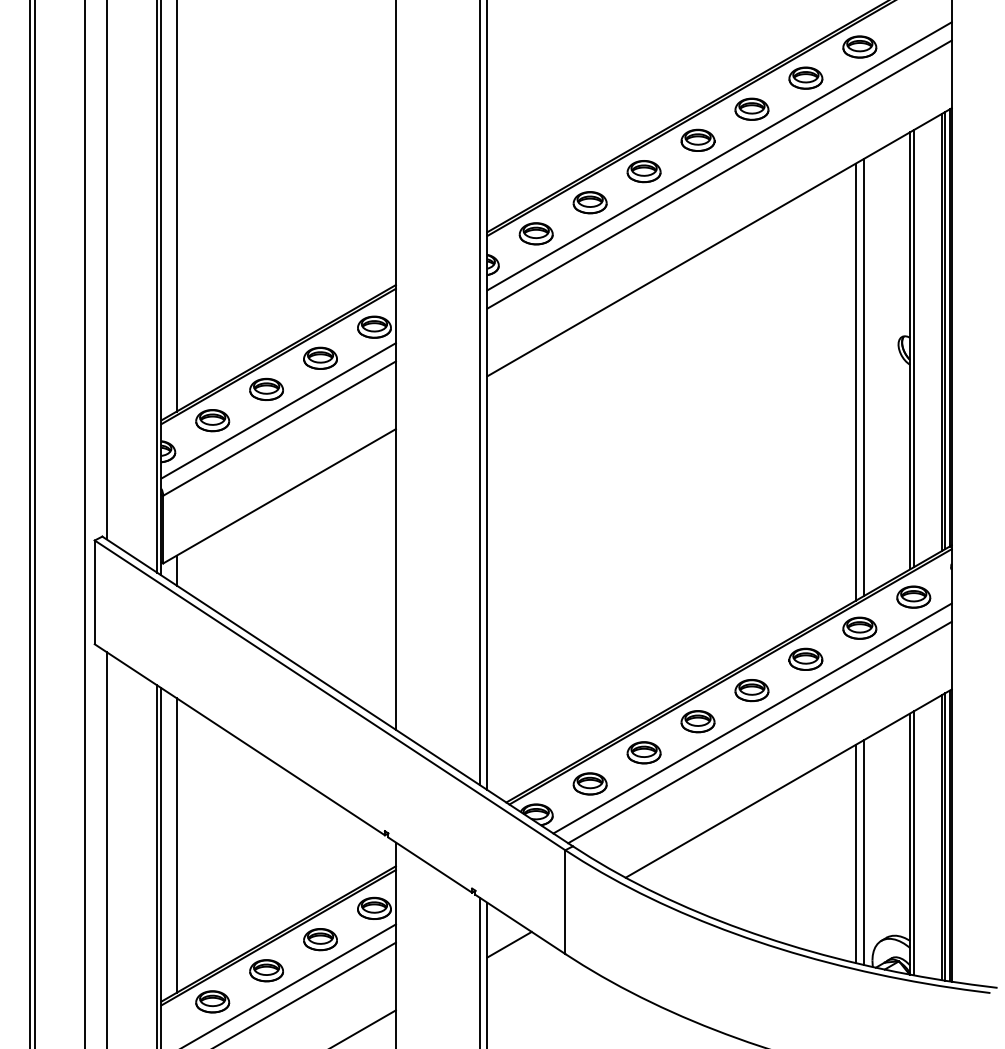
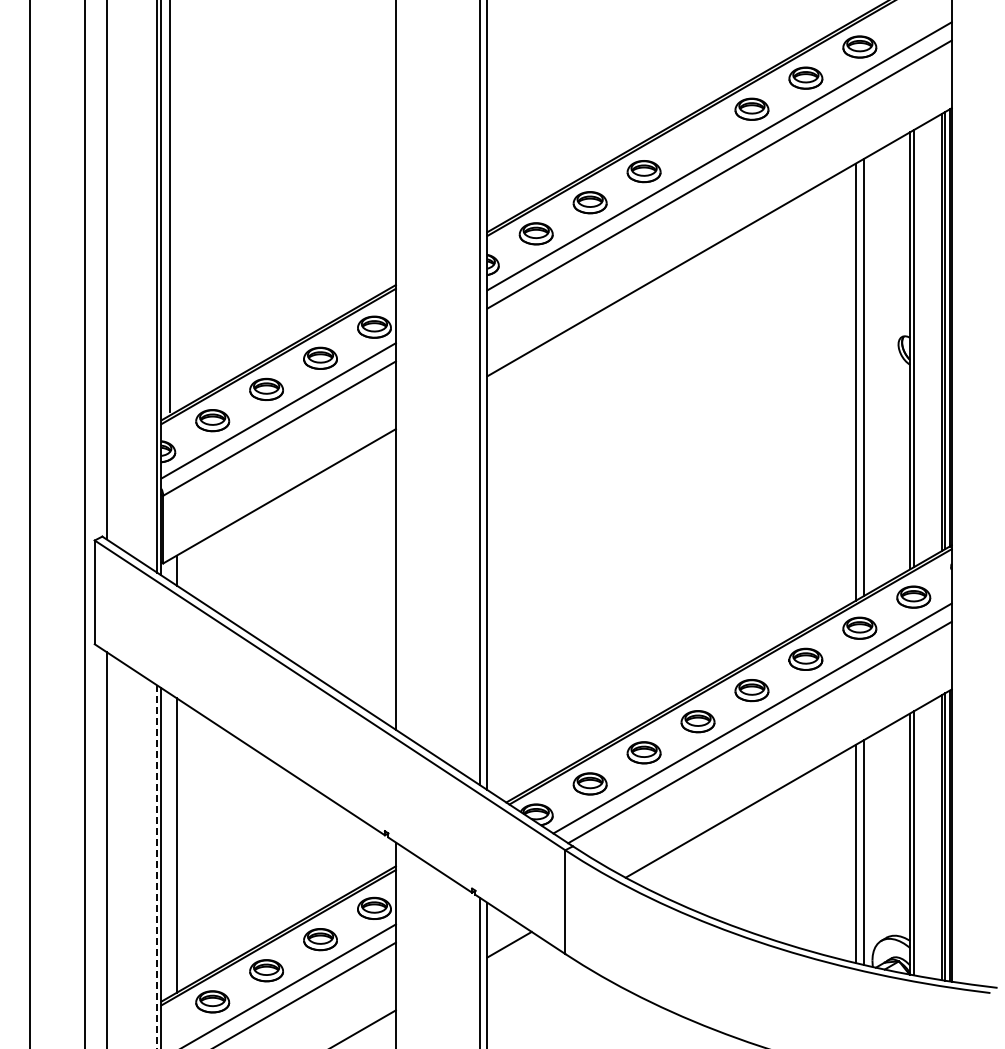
part at (697, 139): present -> none
line at (176, 206) position: (176, 206) -> (169, 206)
line at (34, 523): present -> none
line at (156, 867): solid -> dashed
